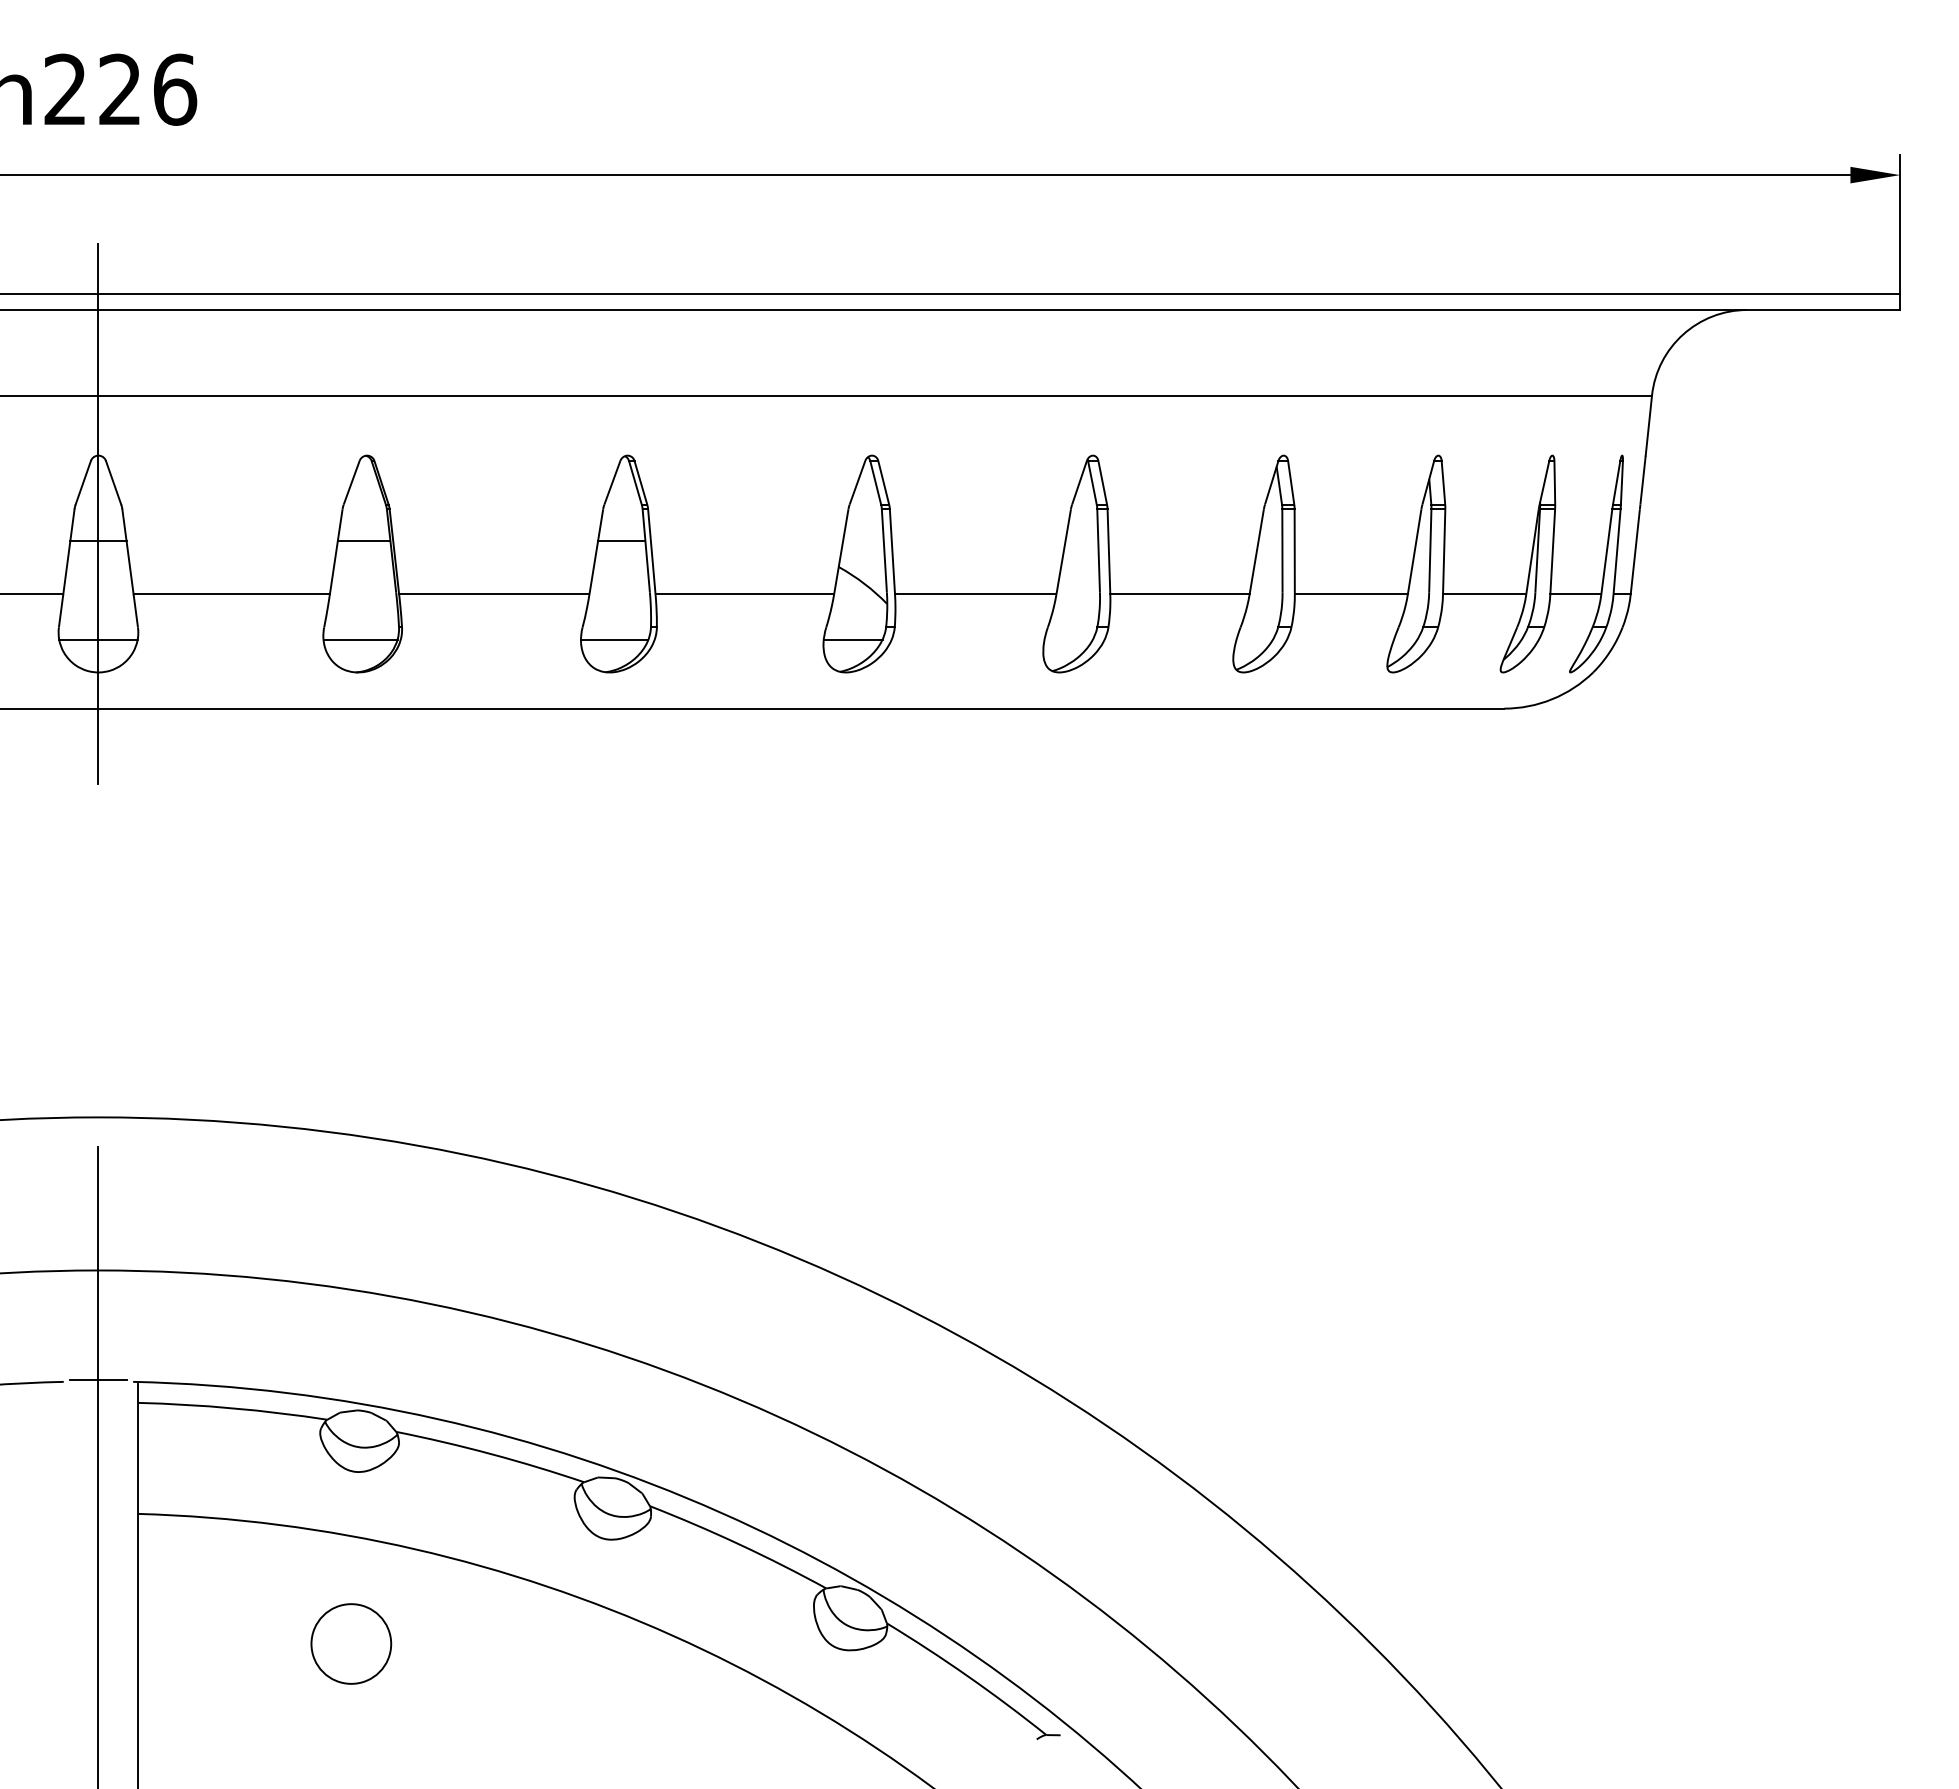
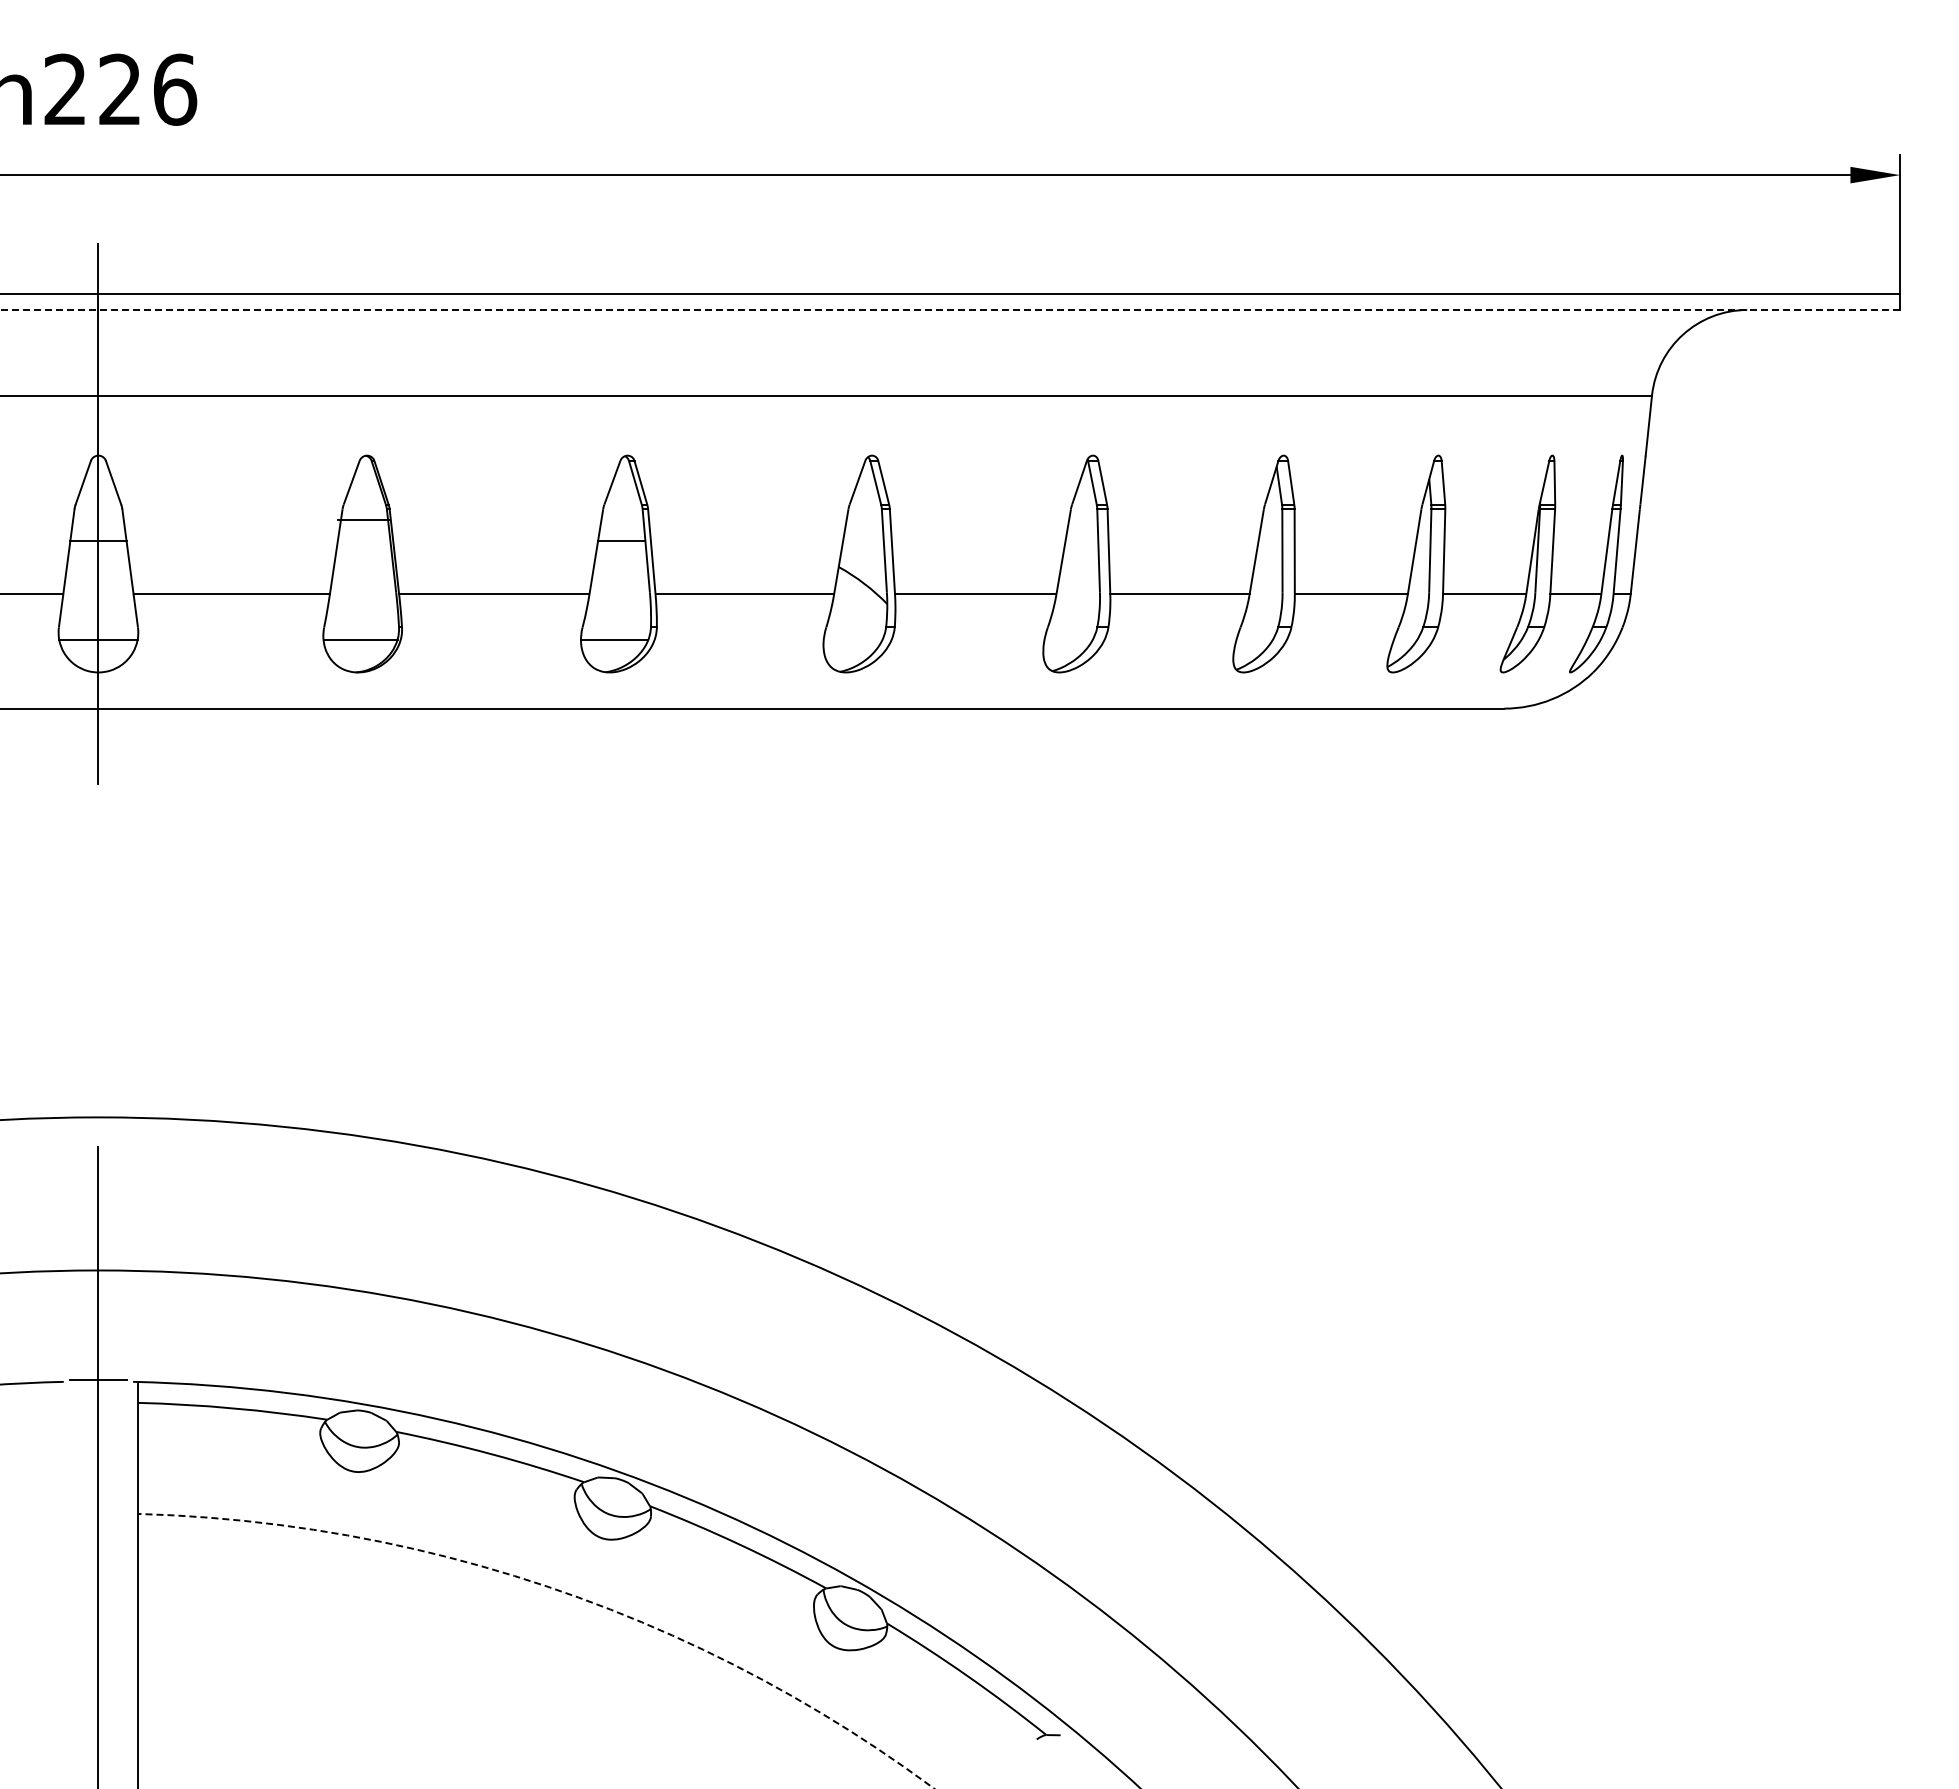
line at (950, 310): solid -> dashed
line at (363, 541) position: (363, 541) -> (363, 520)
line at (852, 639): present -> none
arc at (557, 1590): solid -> dashed
circle at (351, 1643): present -> none
